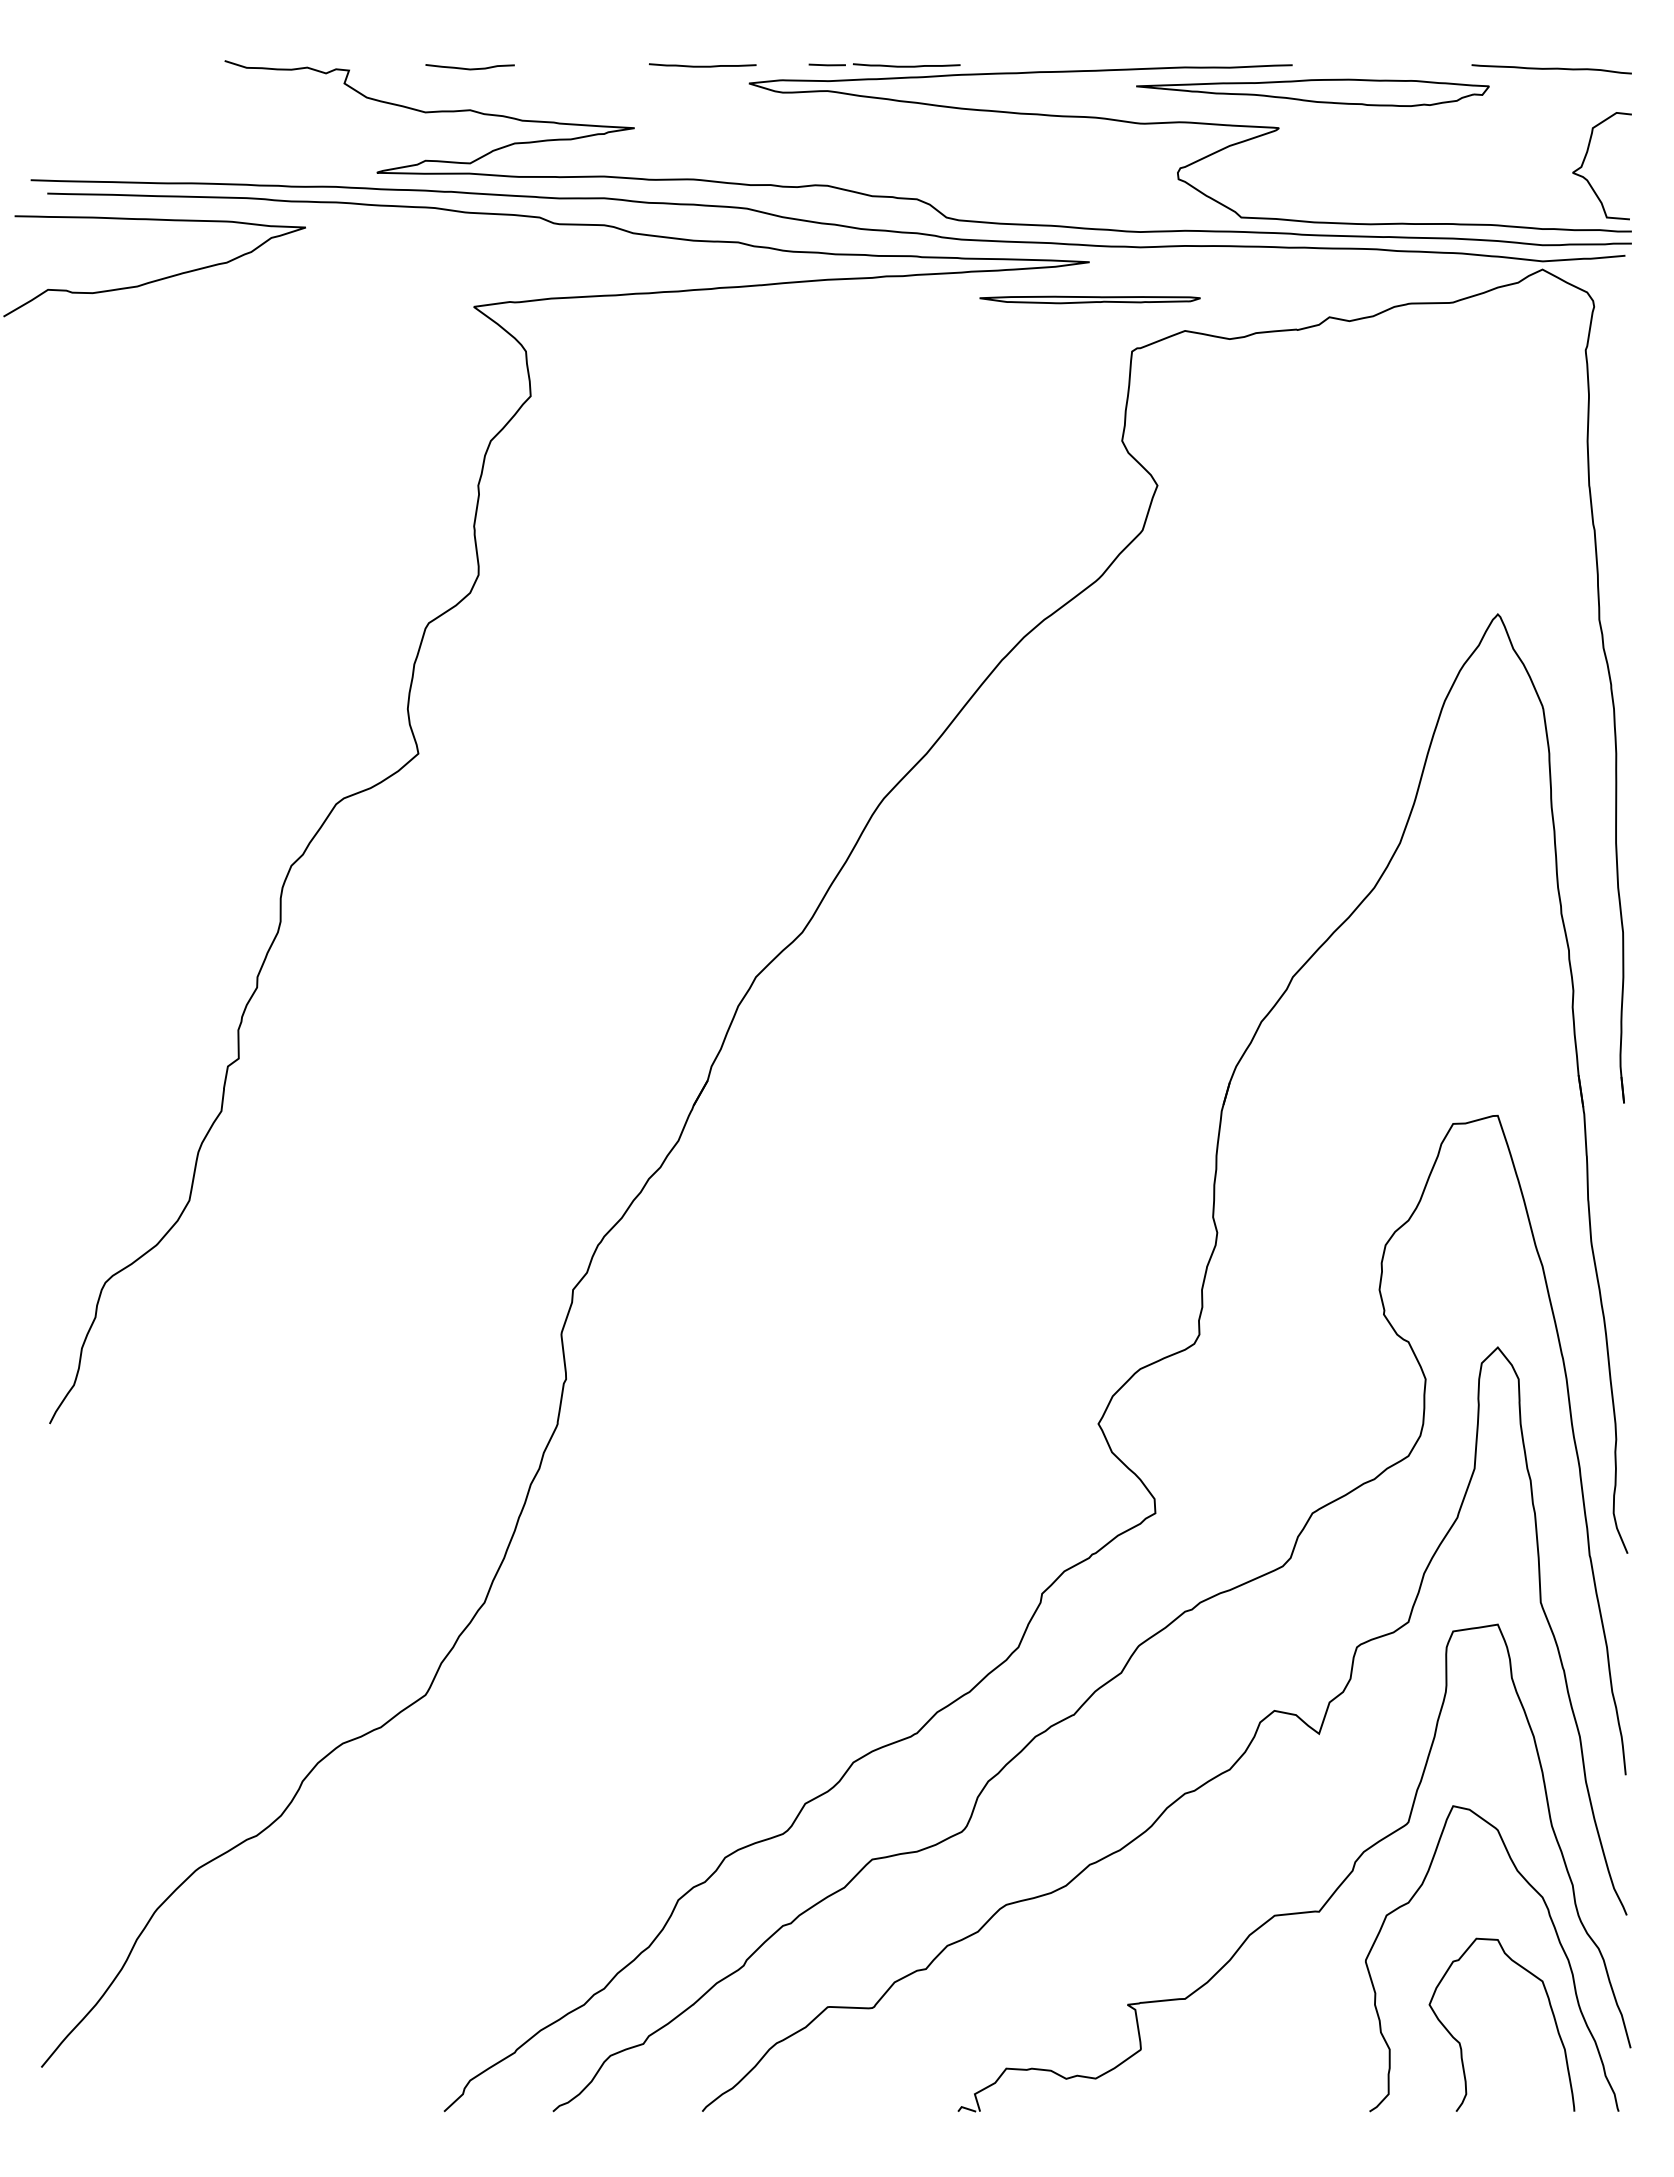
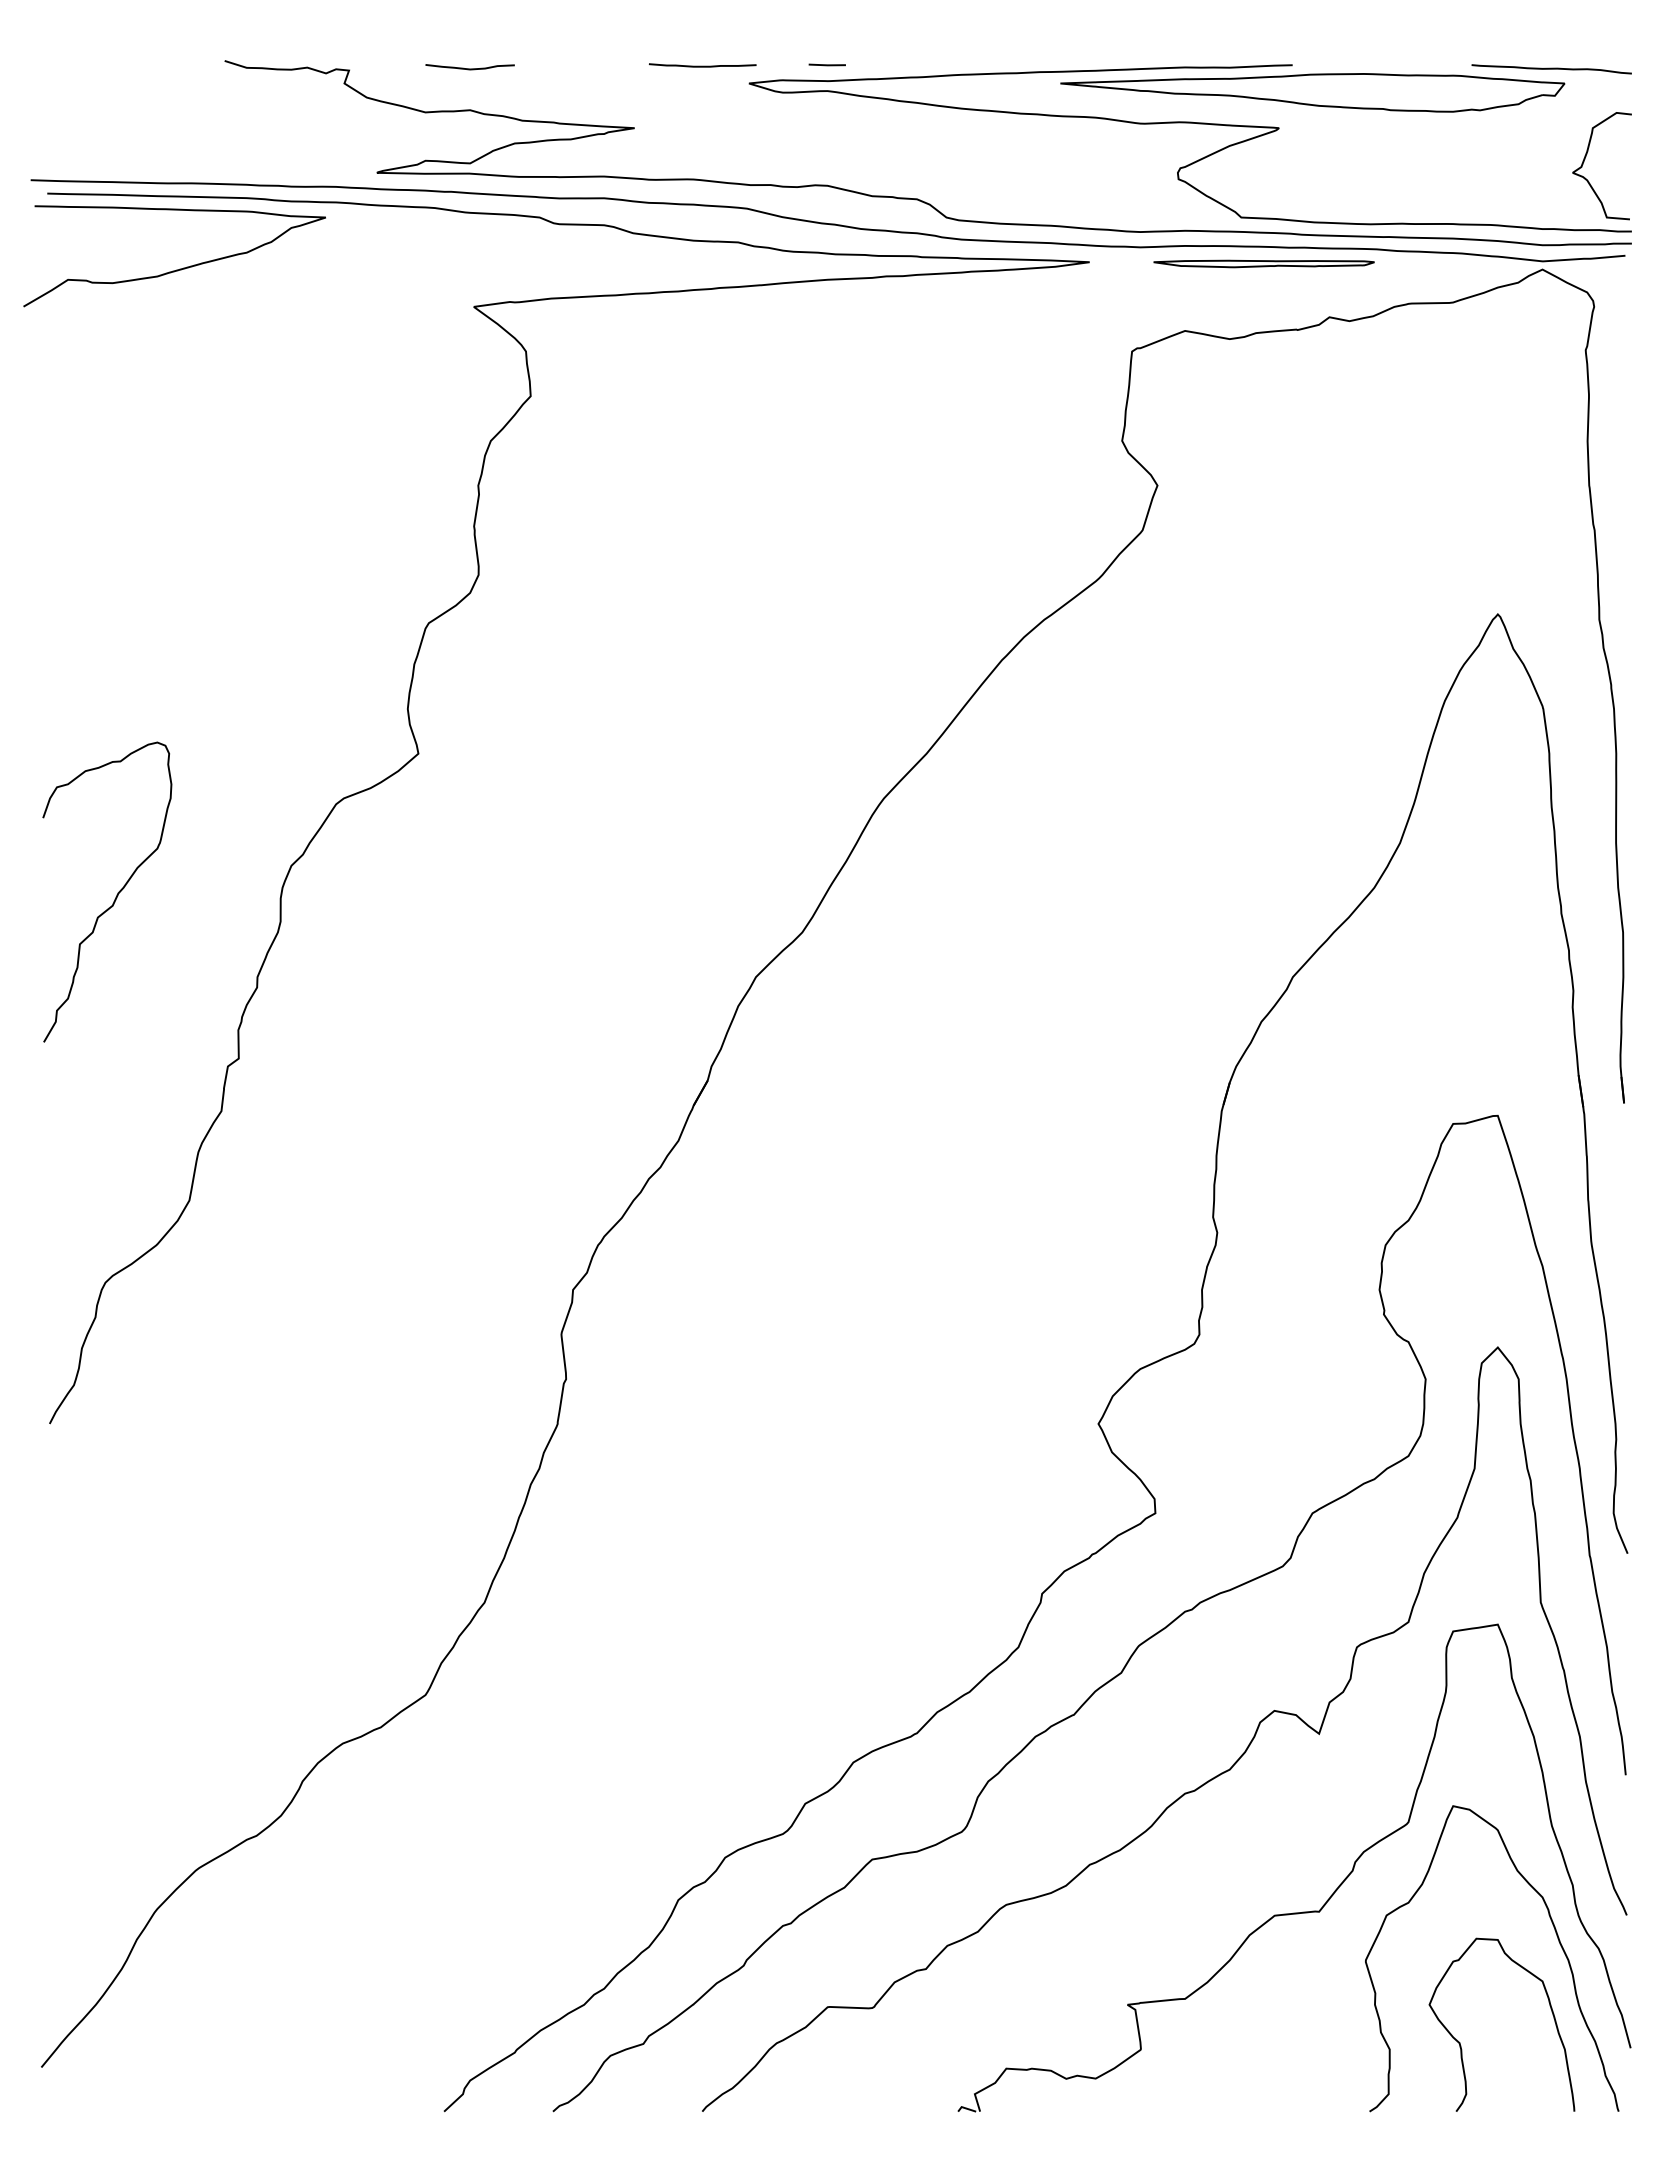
curve at (906, 65): present -> none
part at (1312, 92) size: 354x29 px -> 506x40 px
curve at (159, 278) position: (159, 278) -> (179, 268)
part at (1089, 299) position: (1089, 299) -> (1263, 263)
curve at (116, 894): none -> present
